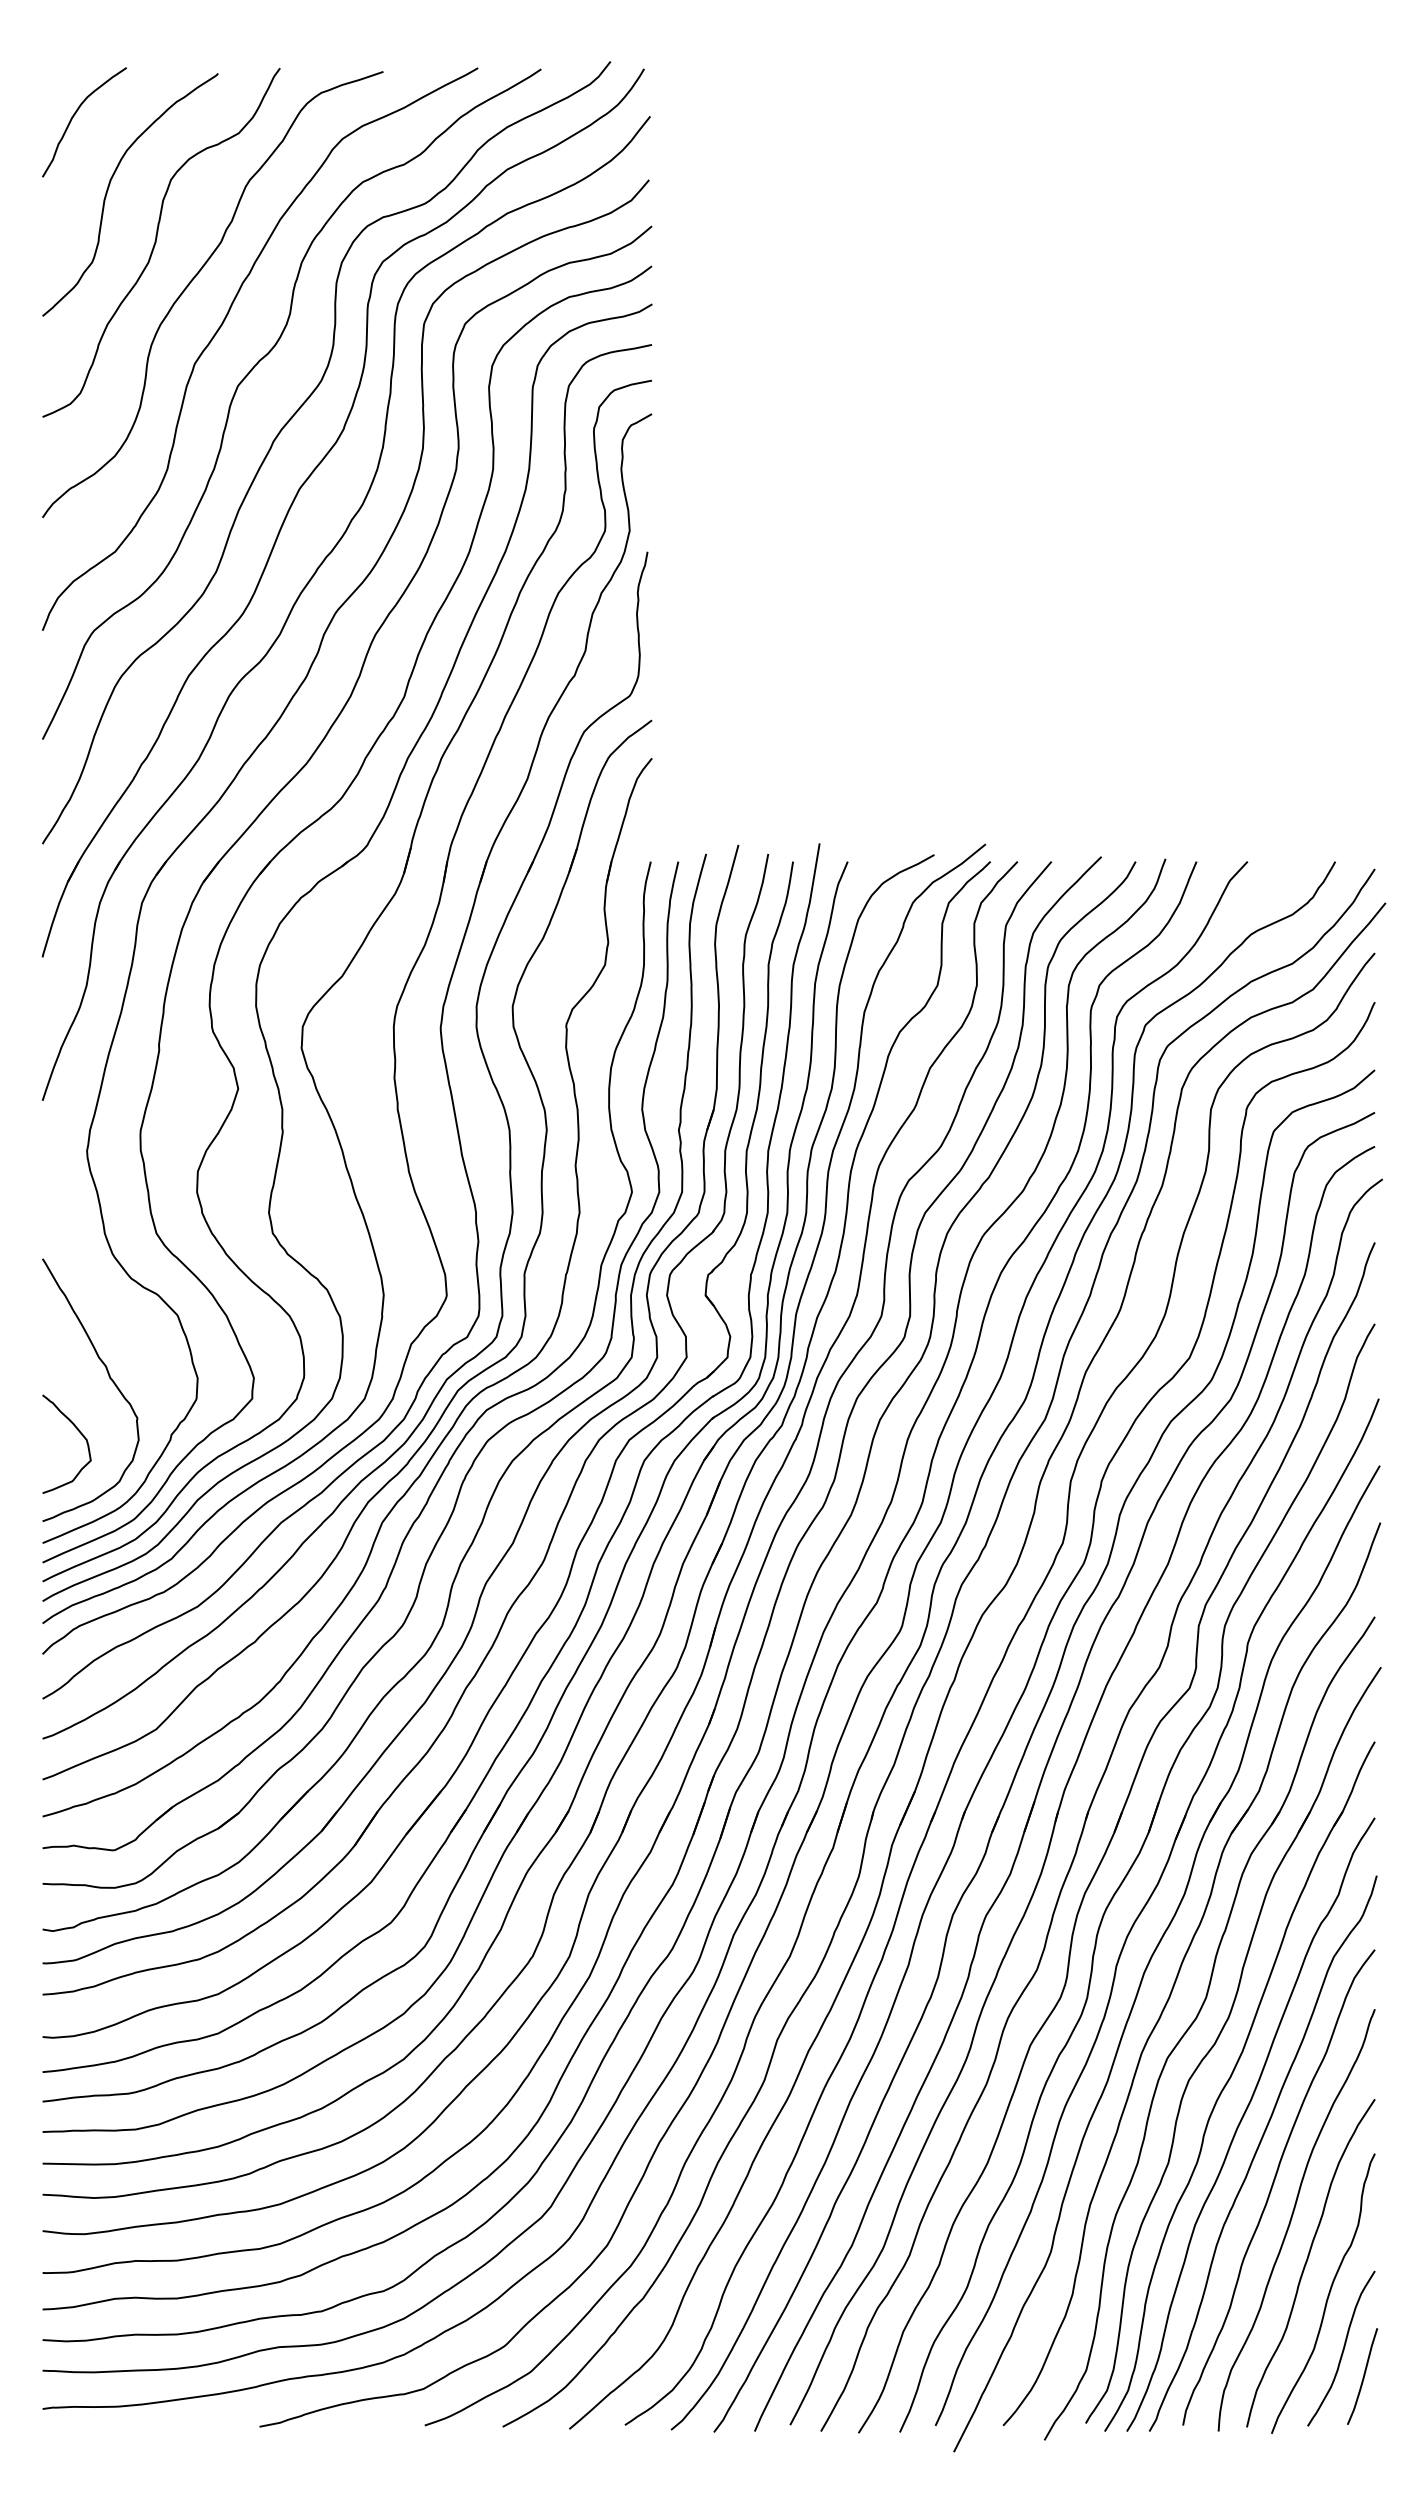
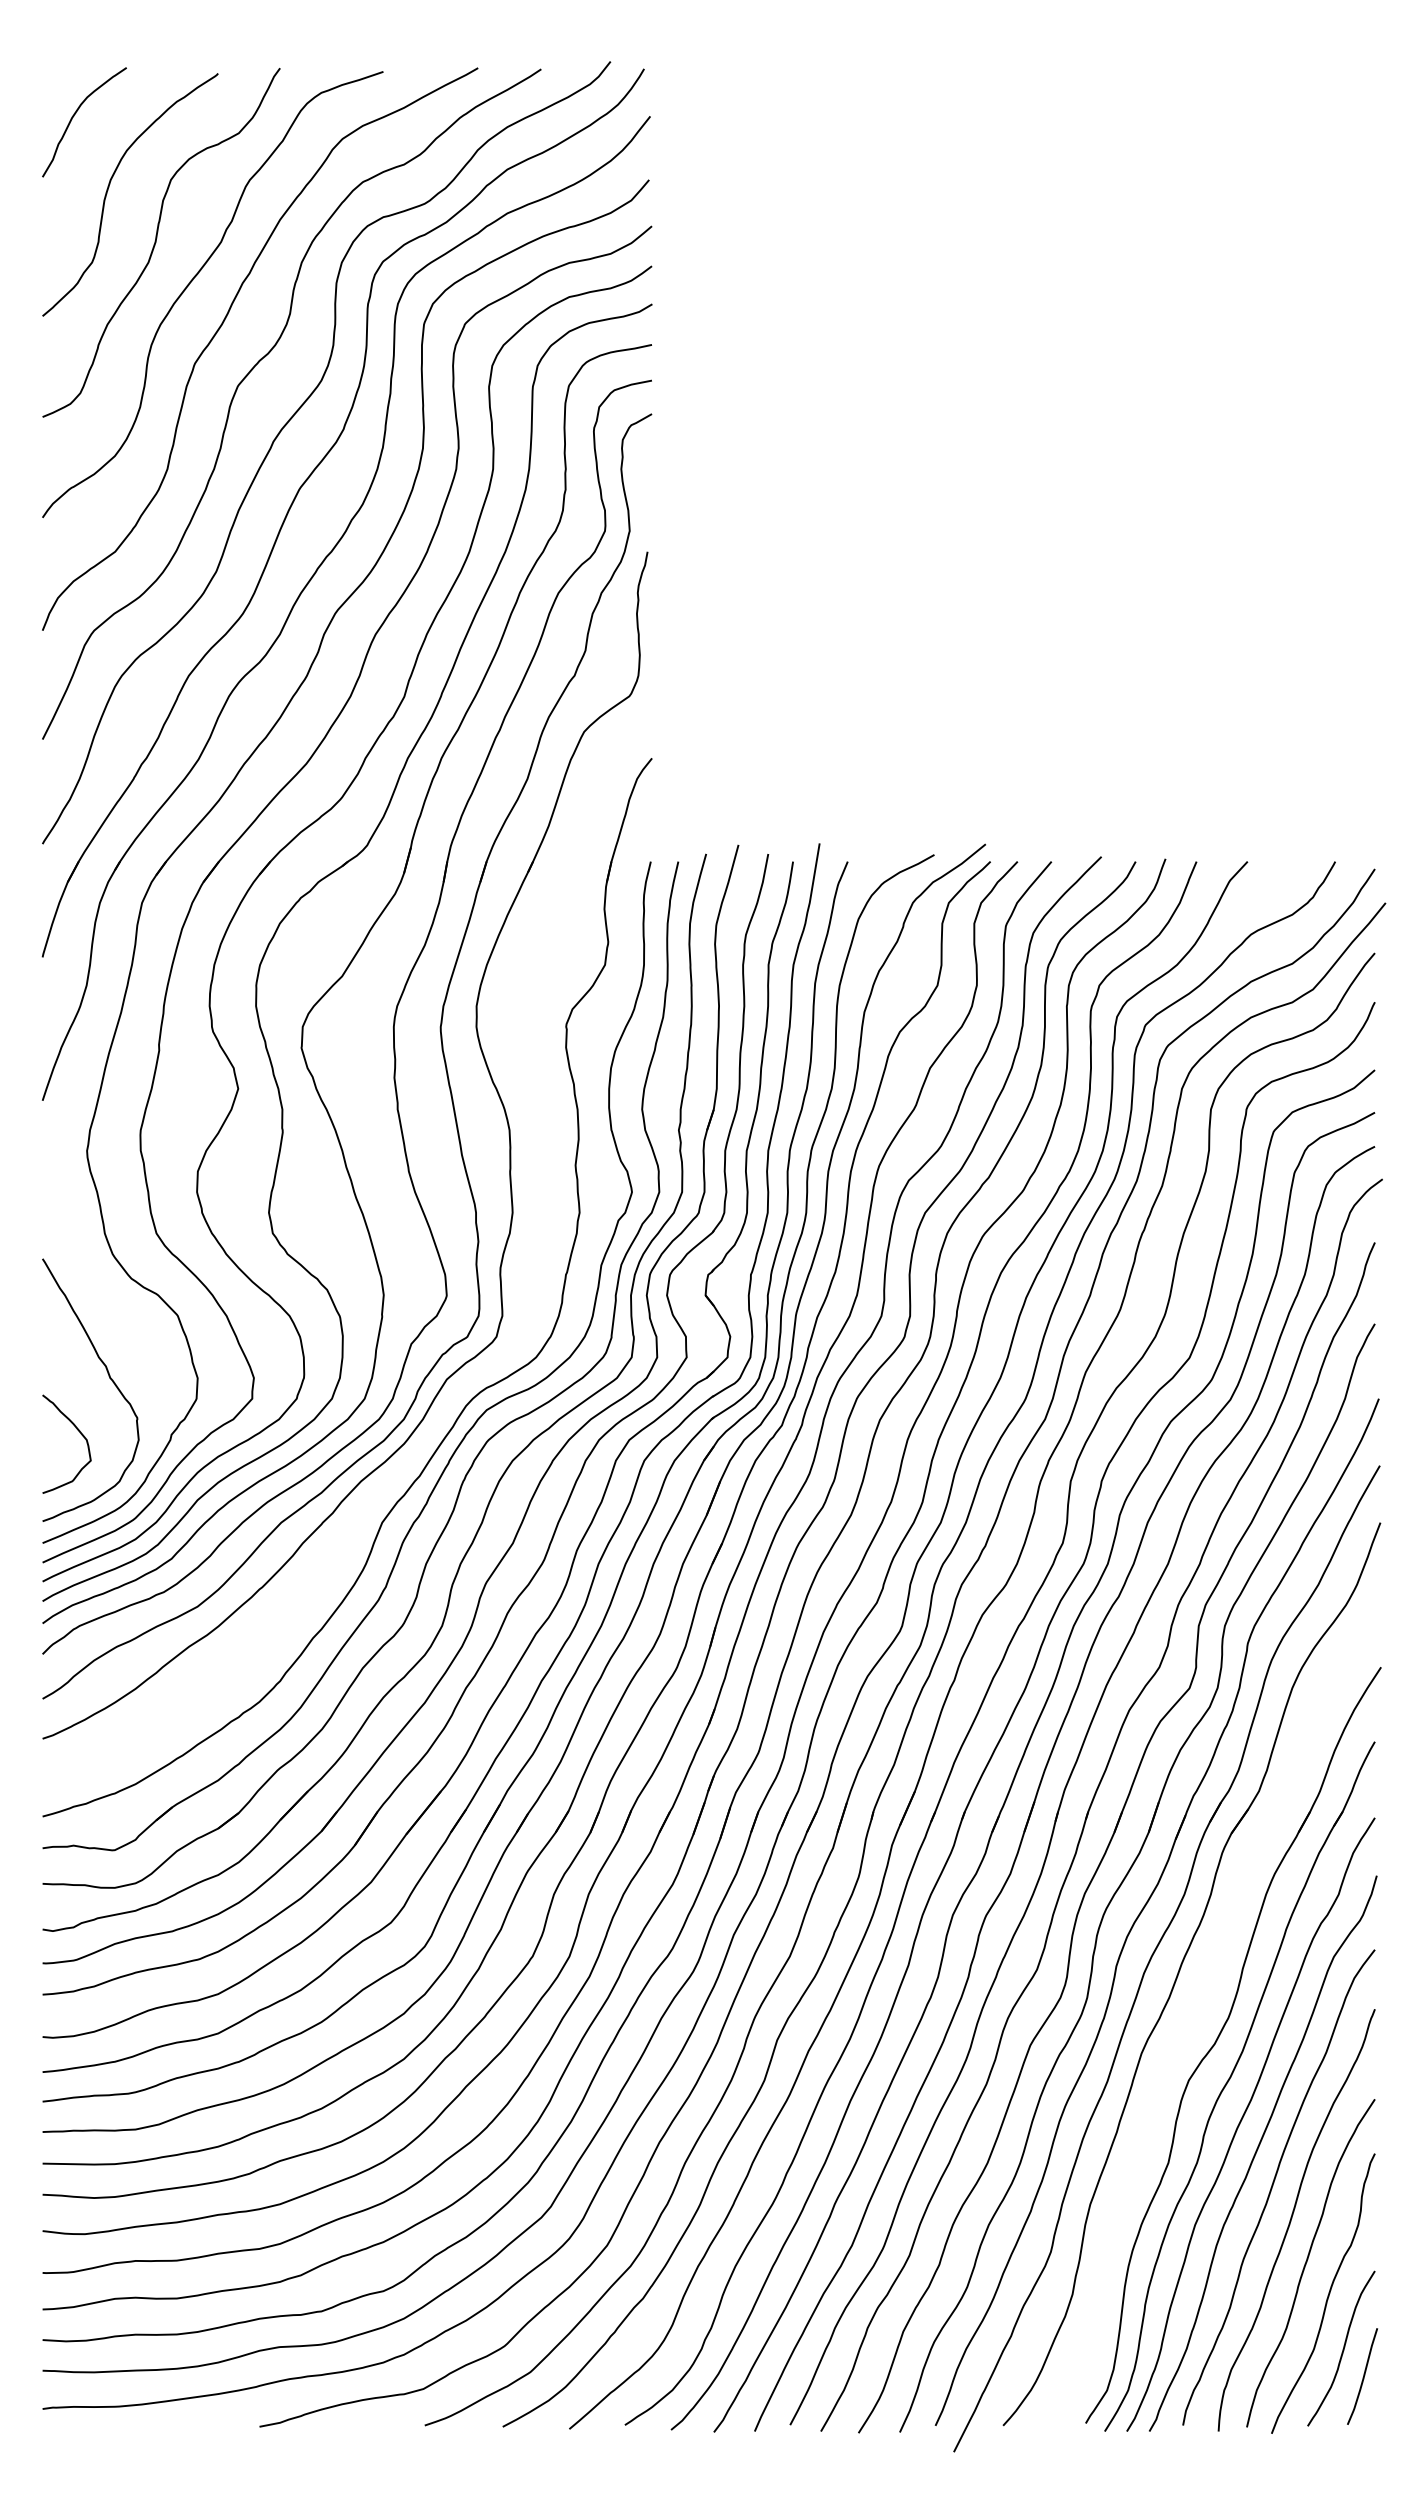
part at (523, 1273): present -> none
part at (1197, 2018): present -> none
